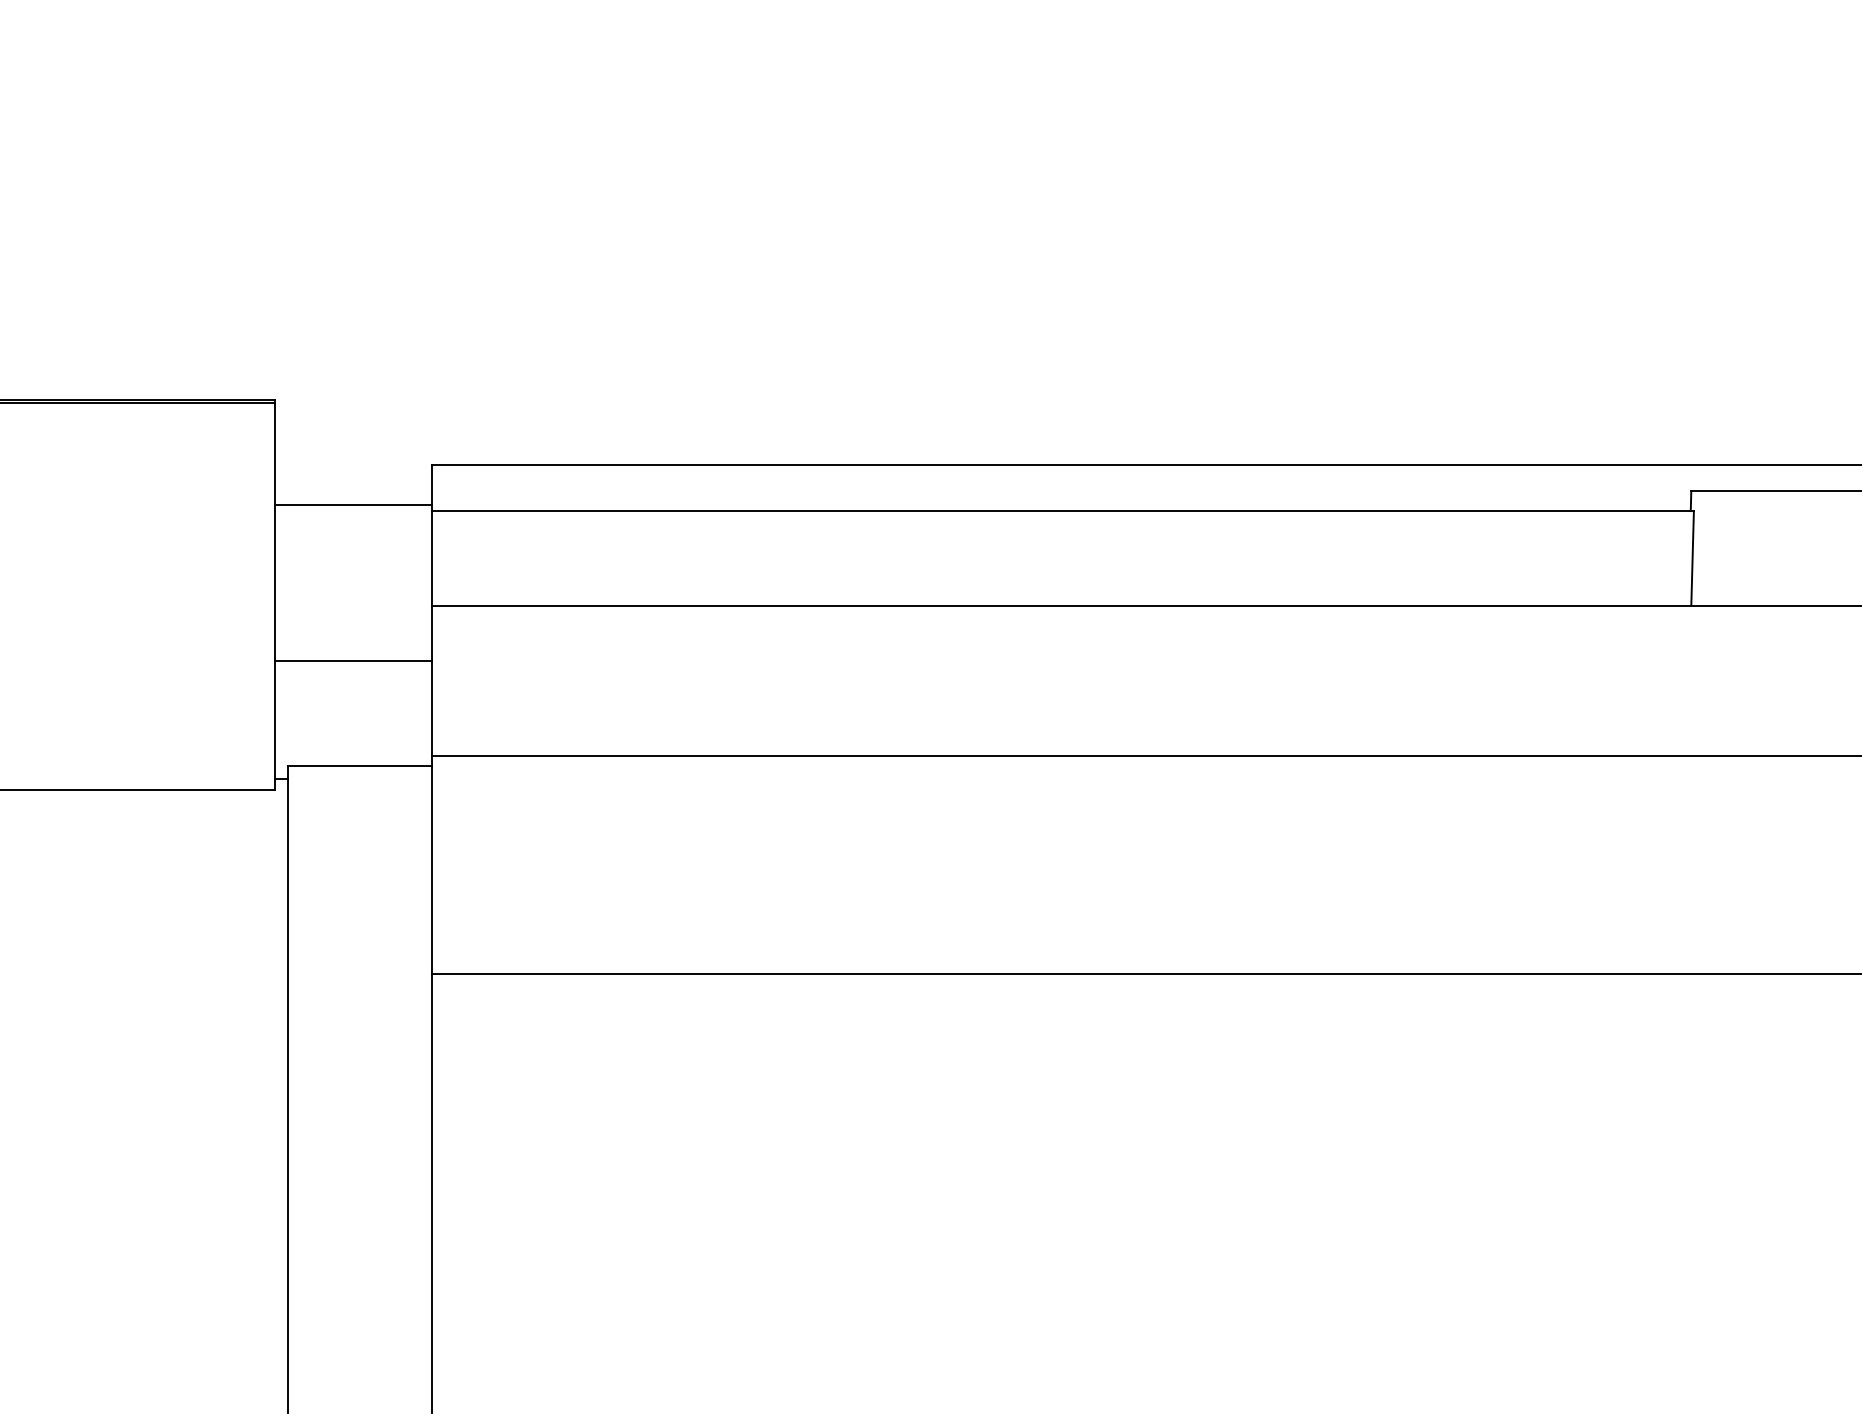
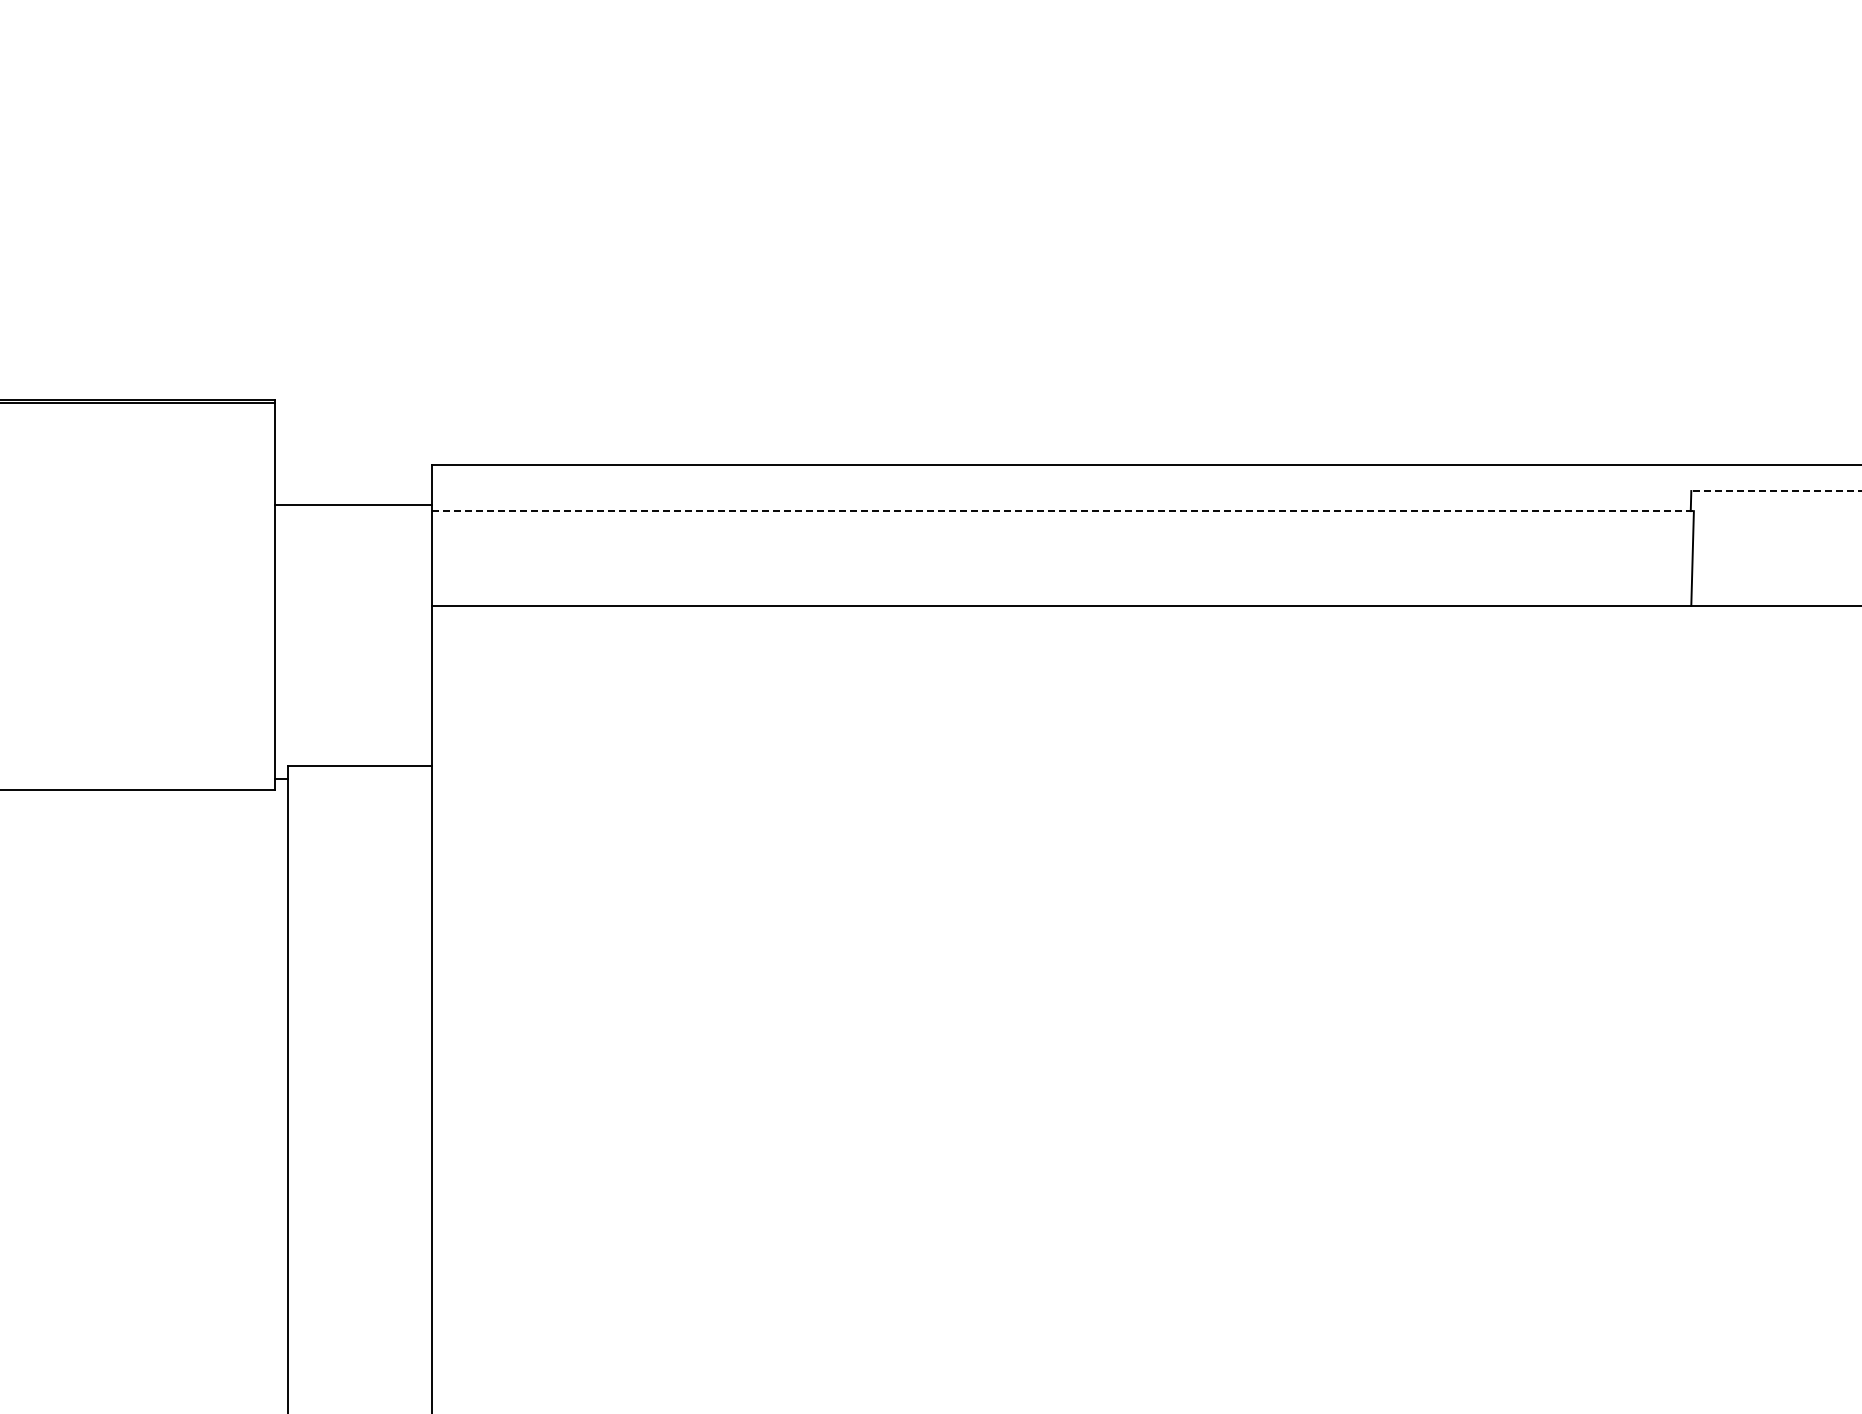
line at (1776, 491): solid -> dashed
line at (1063, 511): solid -> dashed
line at (352, 661): present -> none
line at (1144, 755): present -> none
line at (1144, 974): present -> none
